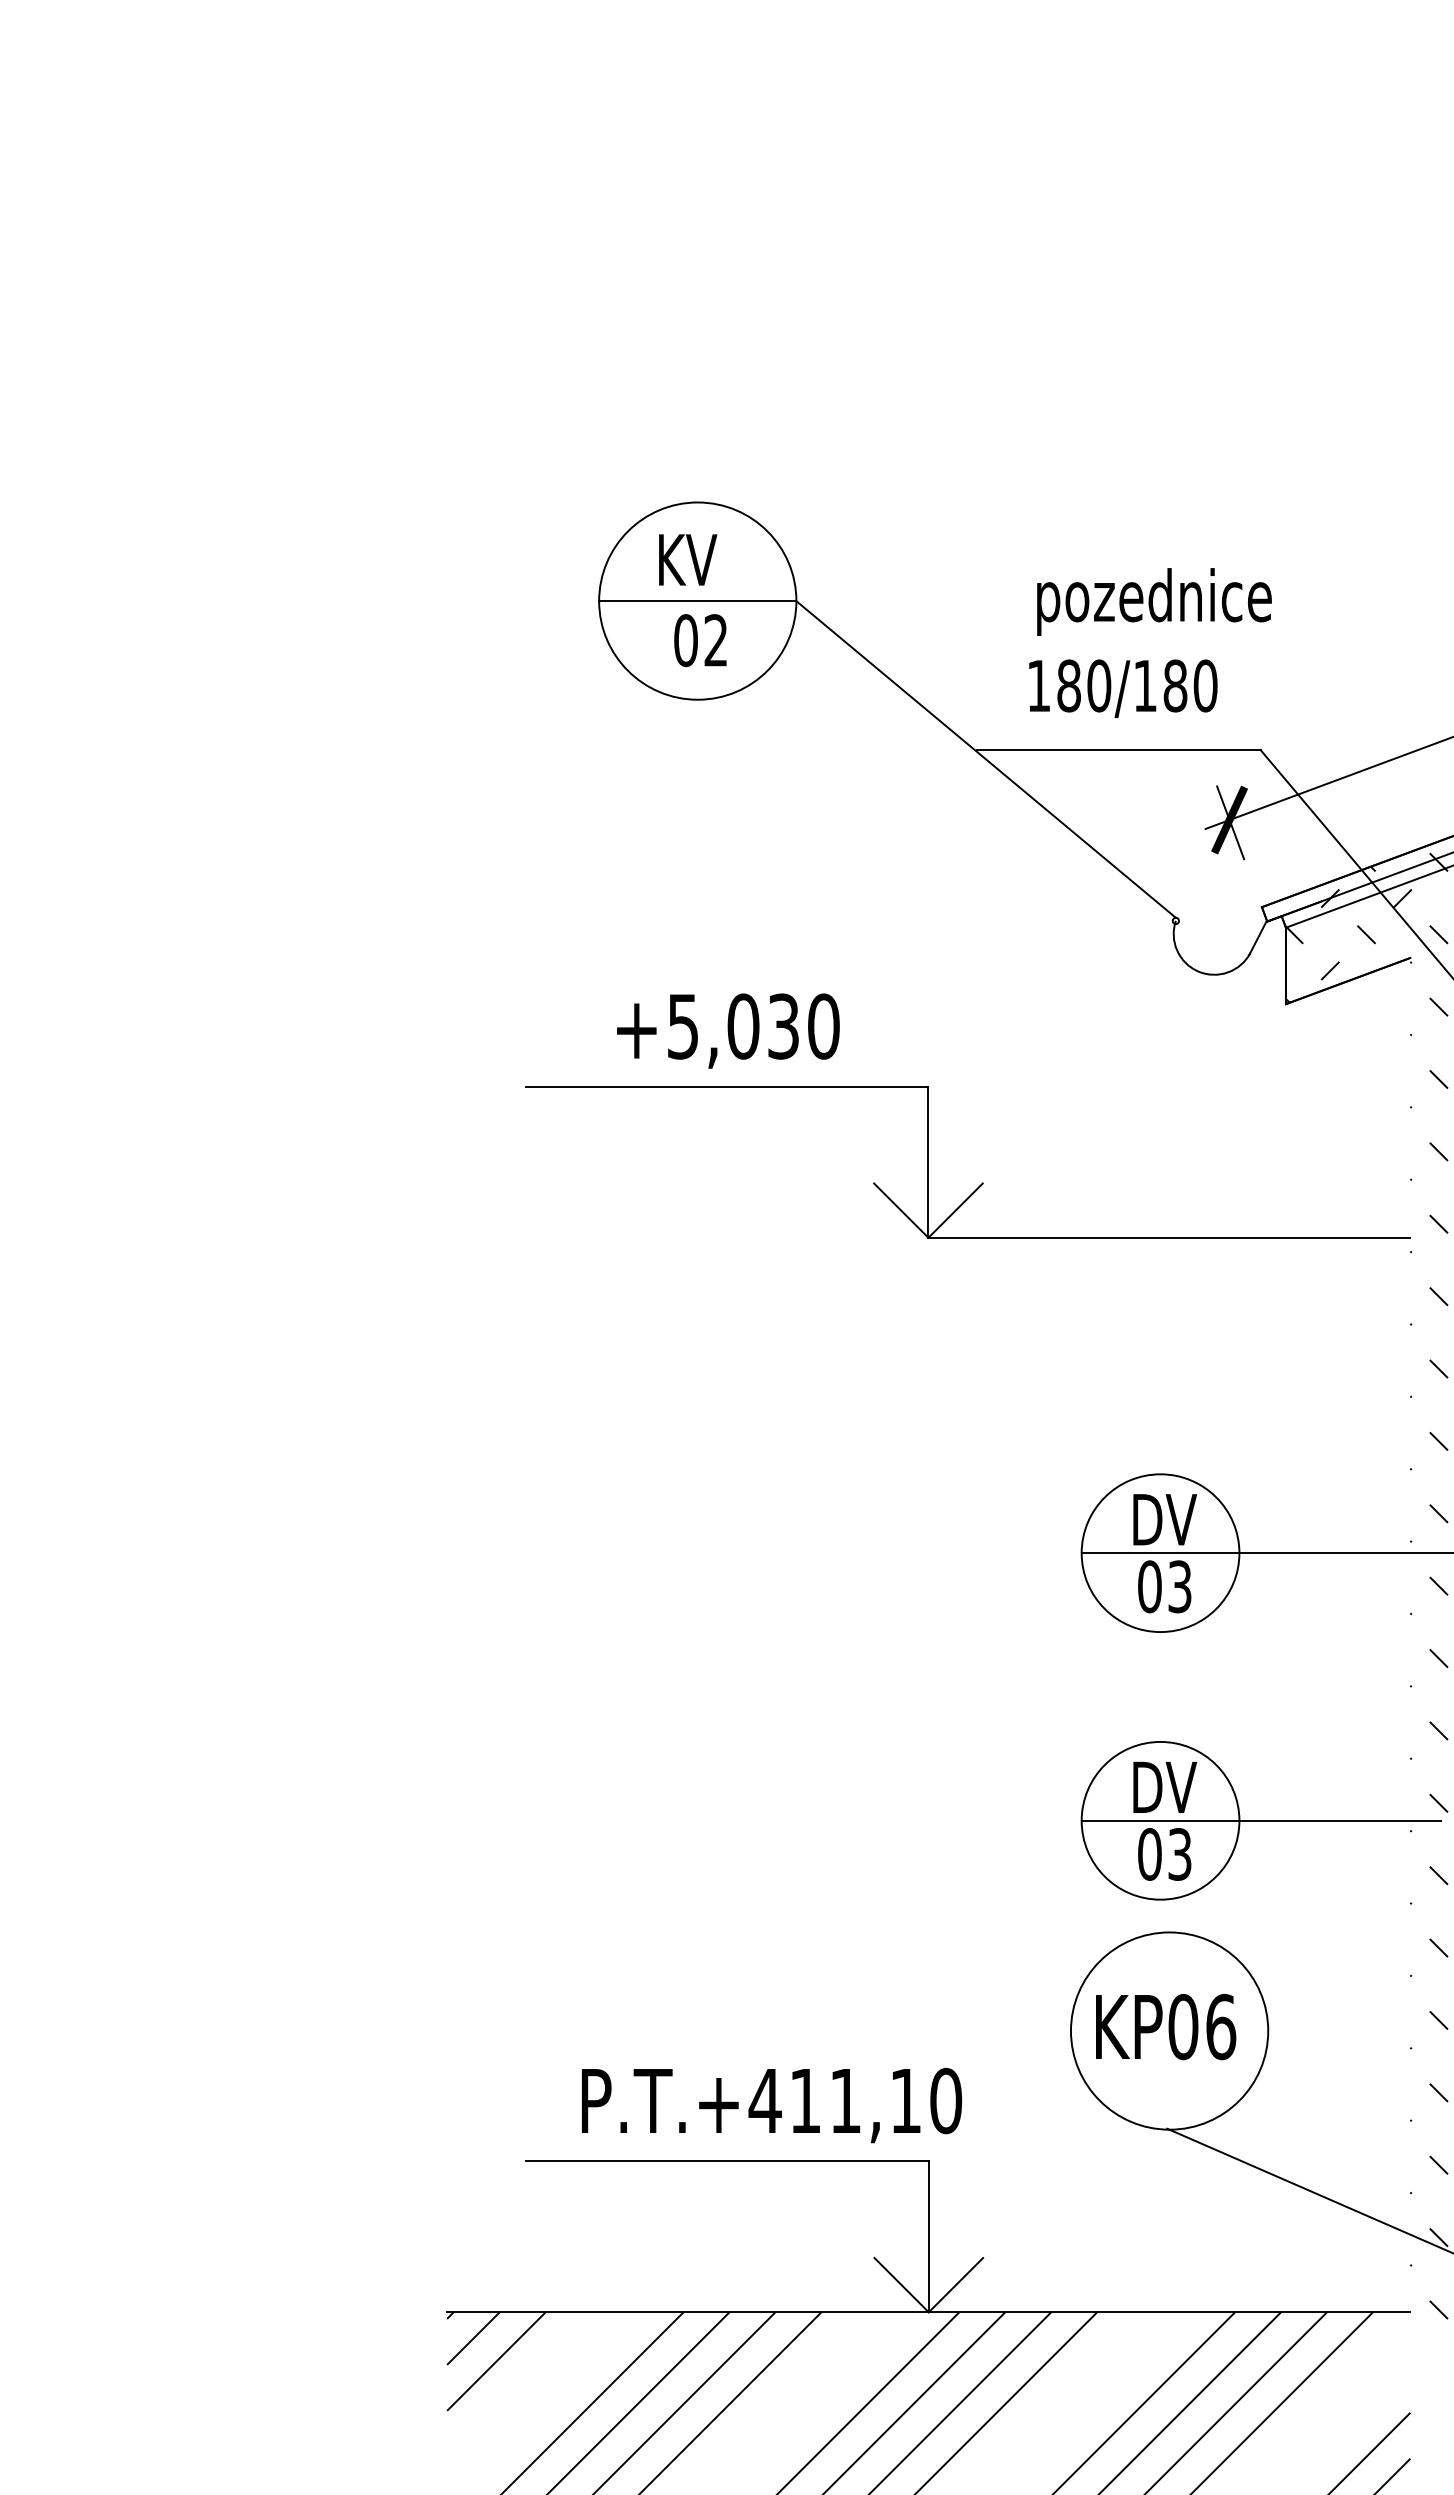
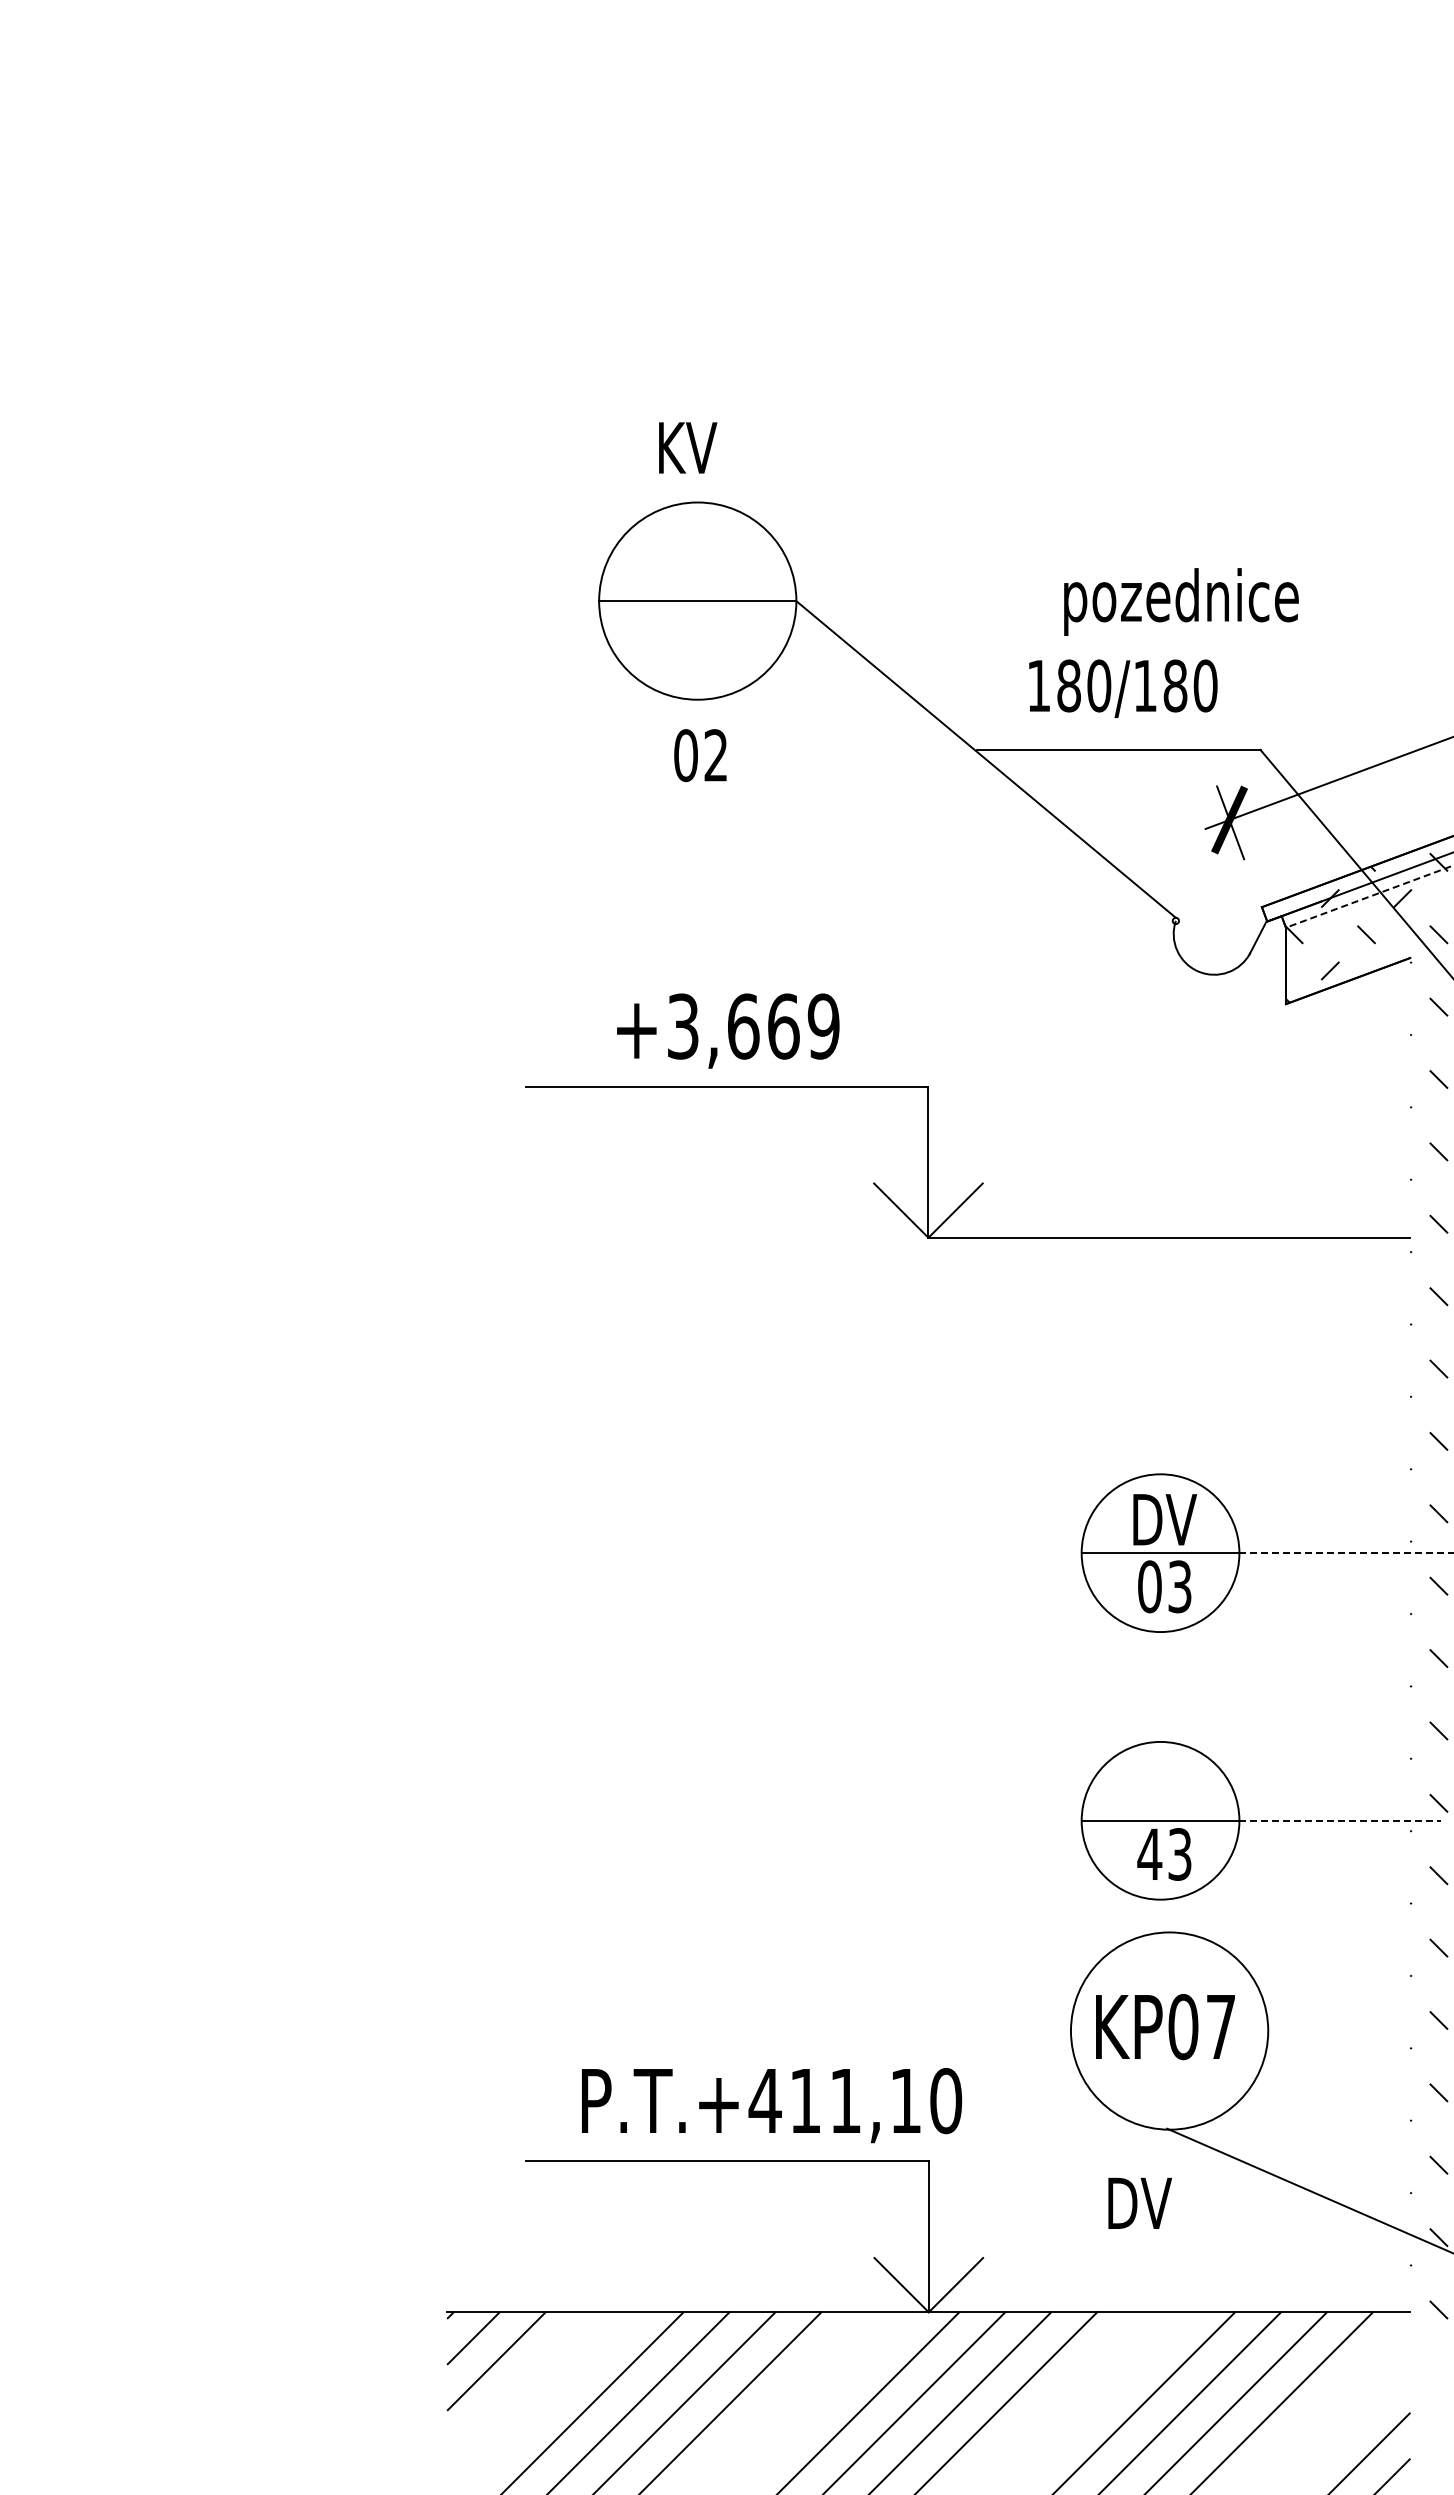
text at (688, 559) position: (688, 559) -> (688, 447)
text at (1154, 601) position: (1154, 601) -> (1181, 601)
text at (700, 640) position: (700, 640) -> (700, 755)
line at (1369, 896): solid -> dashed
text at (753, 1026): +5,030 -> +3,669
line at (1346, 1553): solid -> dashed
text at (1165, 1786) position: (1165, 1786) -> (1140, 2202)
line at (1340, 1820): solid -> dashed
text at (1149, 1854): 03 -> 43
text at (1221, 2026): KP06 -> KP07
